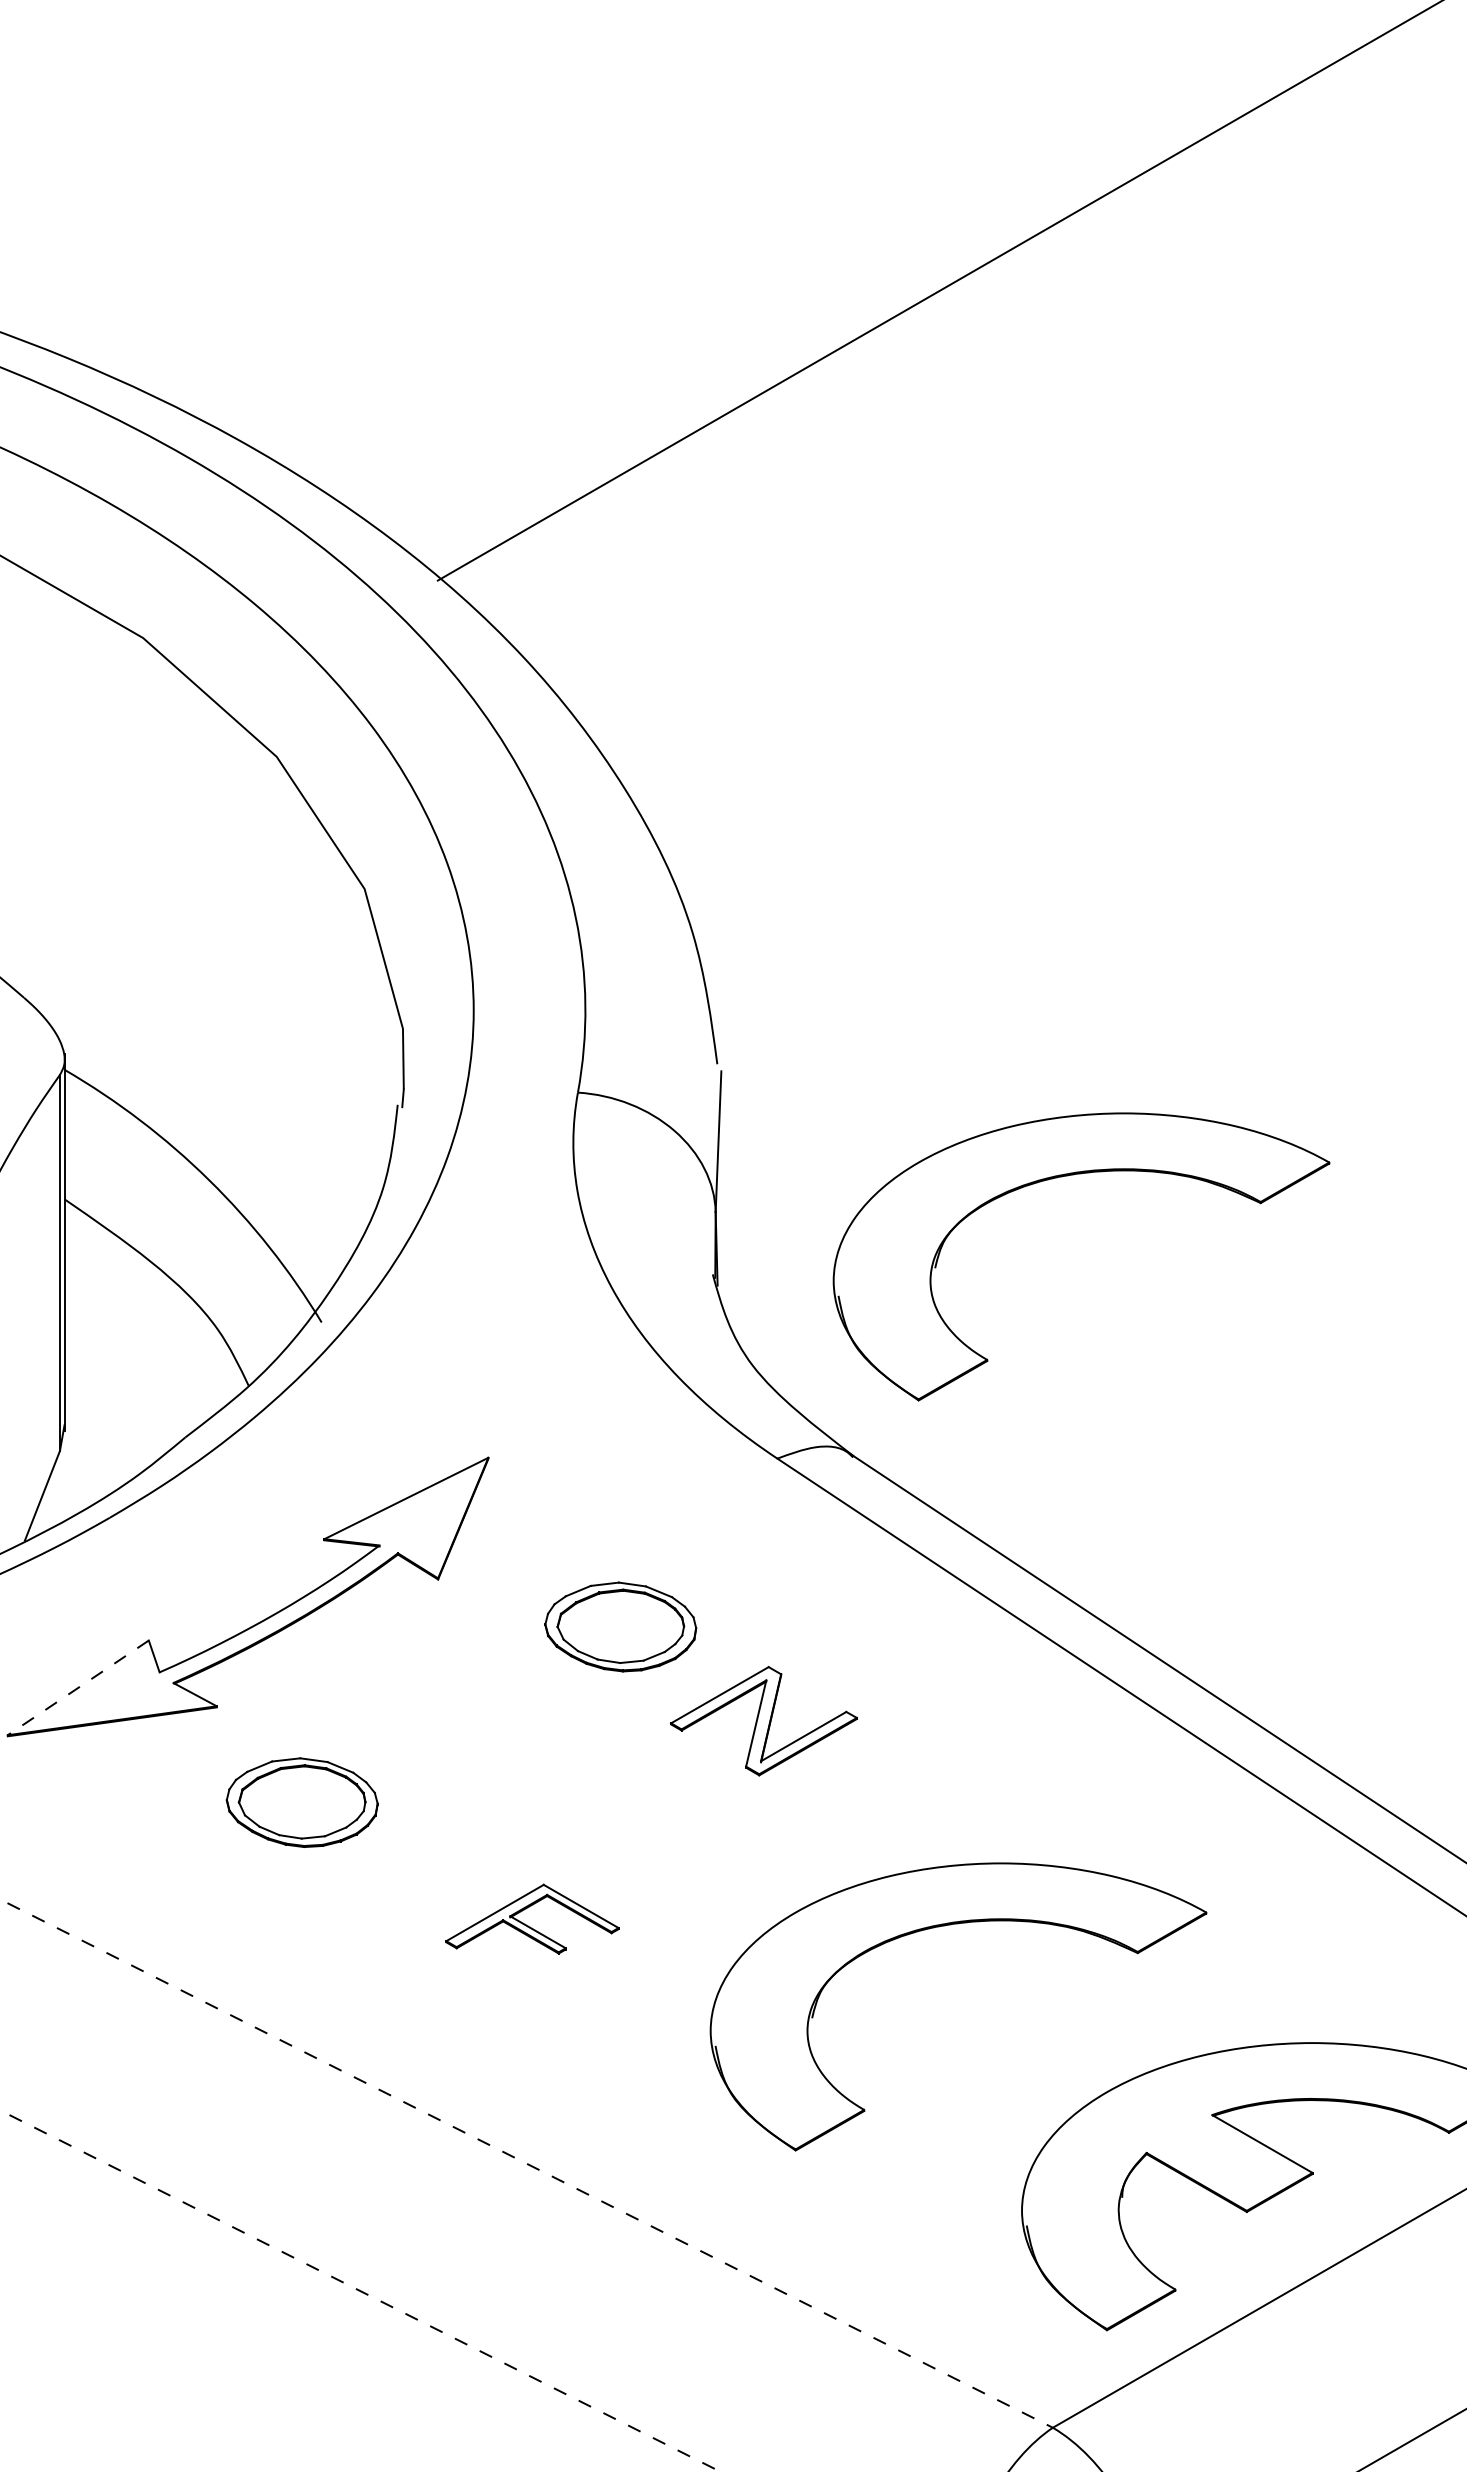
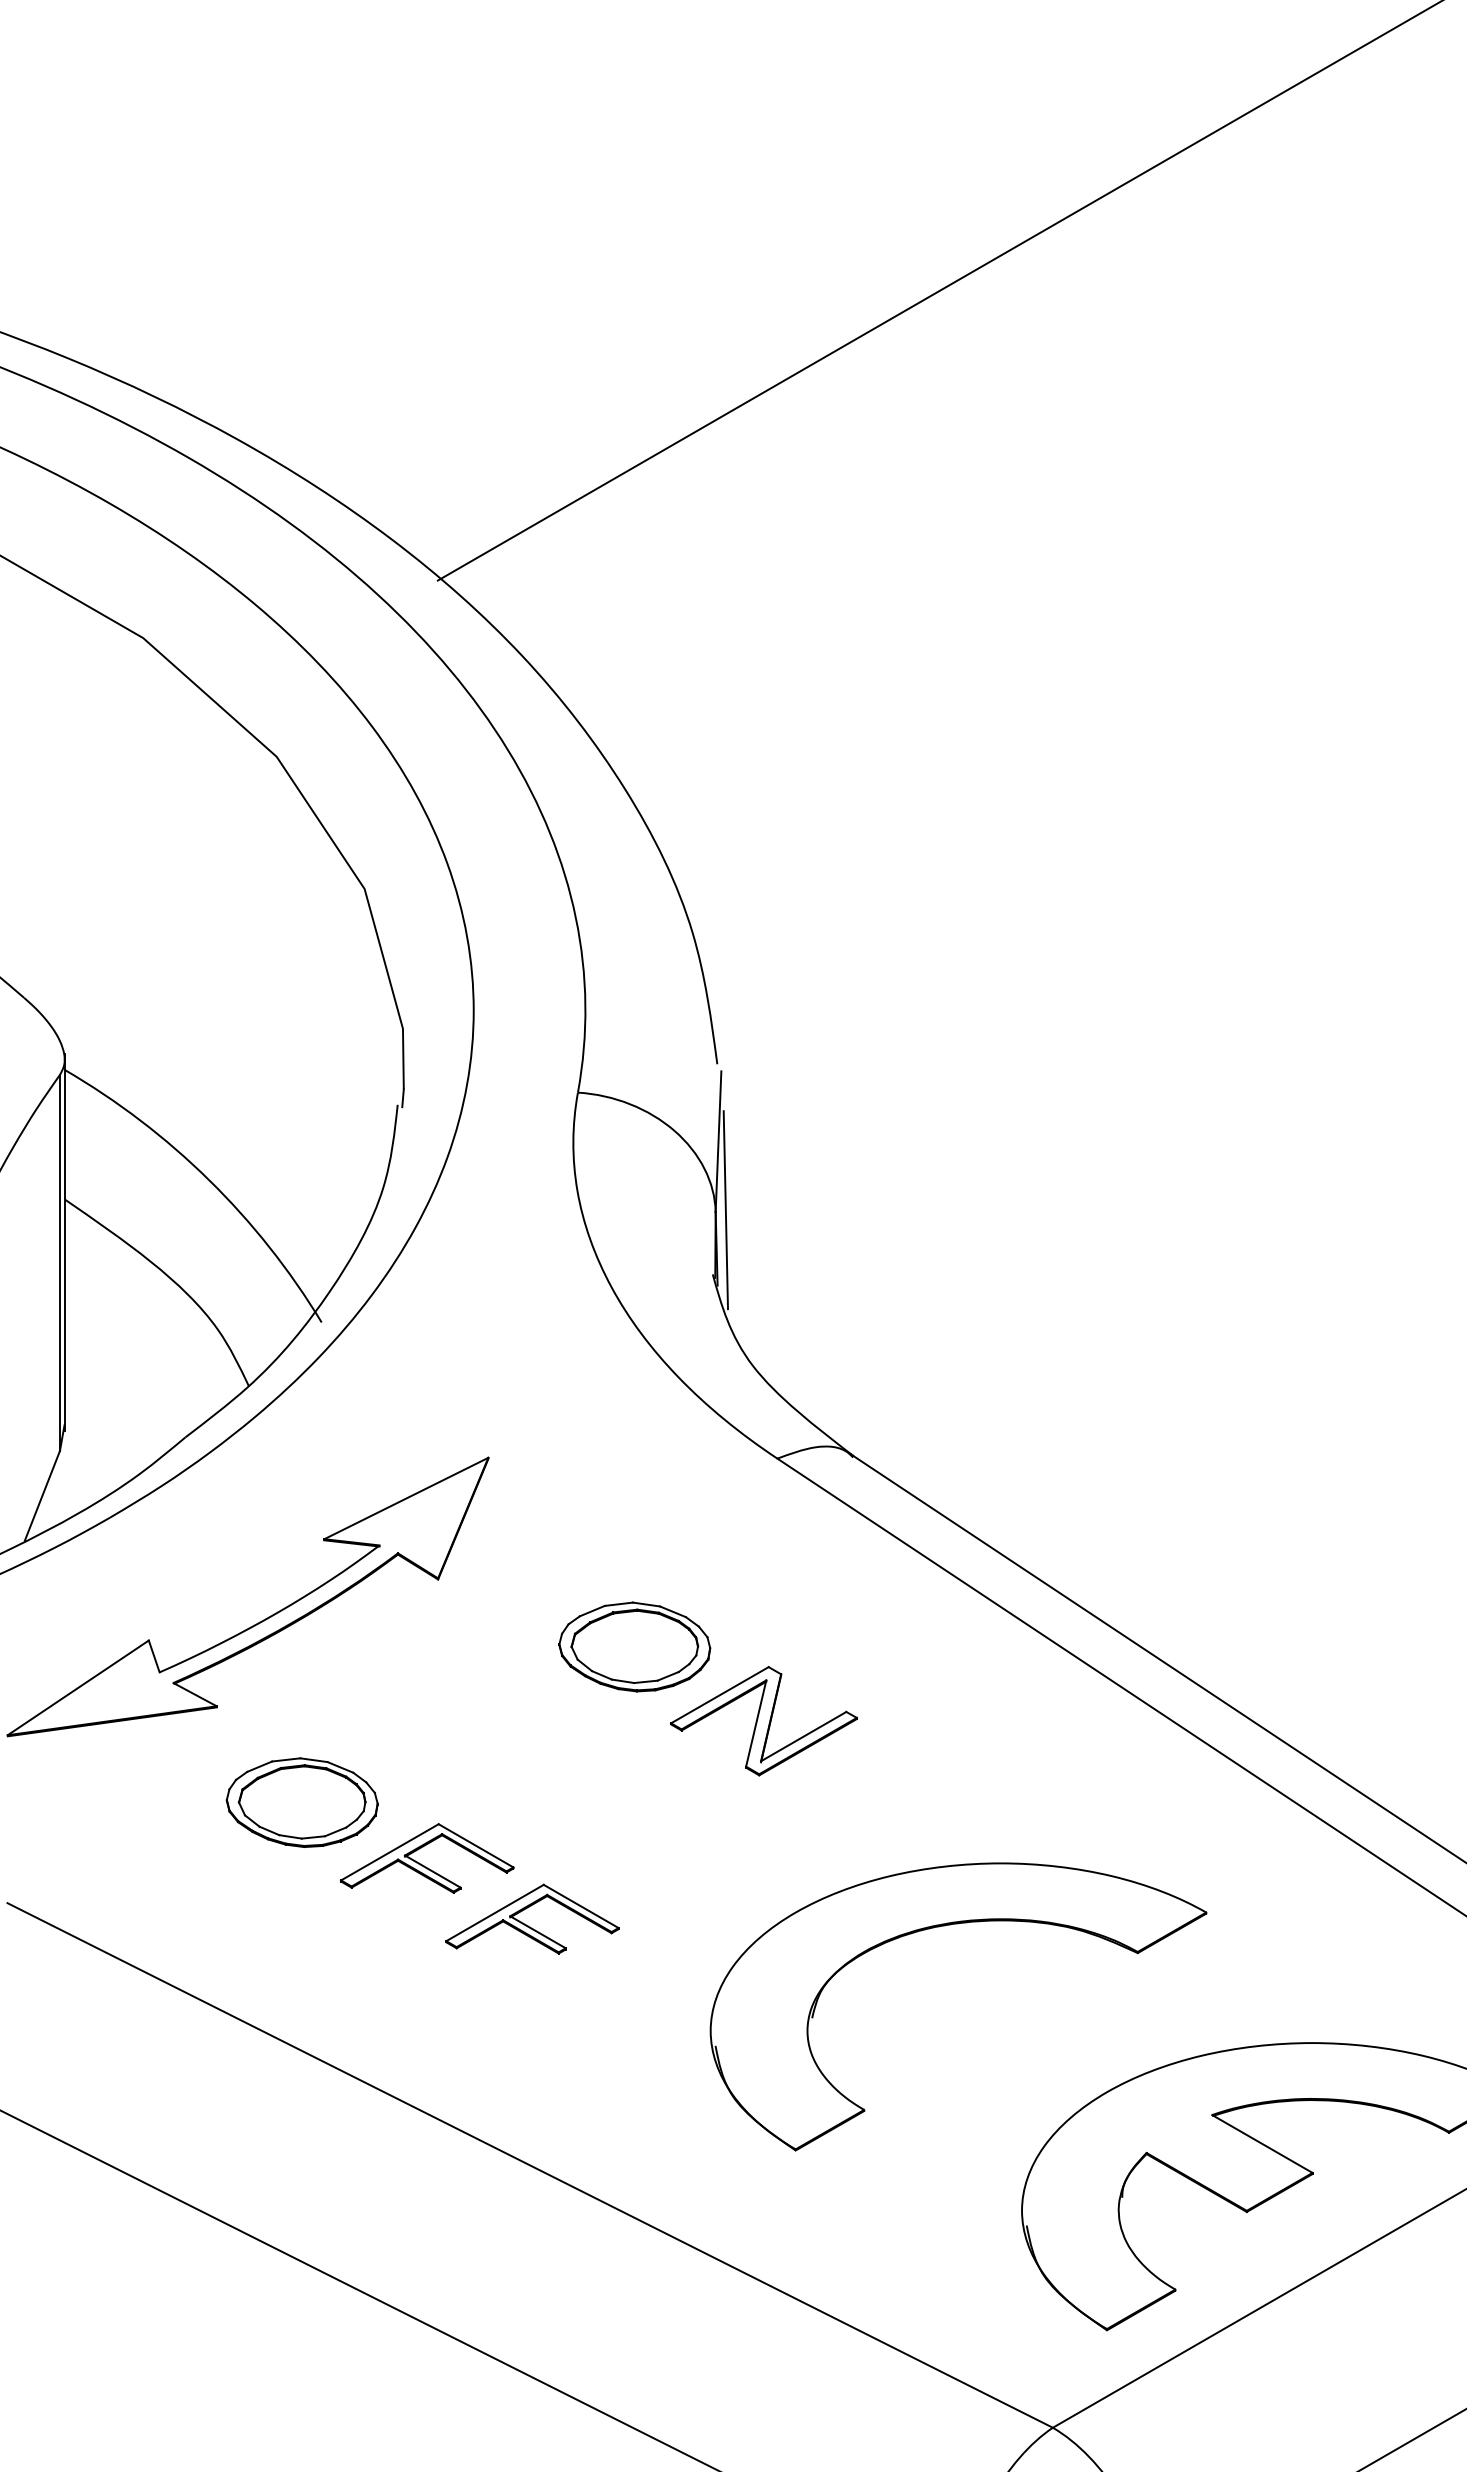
part at (1068, 1176): present -> none
line at (725, 1210): none -> present
part at (620, 1626) position: (620, 1626) -> (634, 1646)
line at (78, 1687): dashed -> solid
part at (424, 1865): none -> present
line at (530, 2165): dashed -> solid
line at (360, 2290): dashed -> solid
